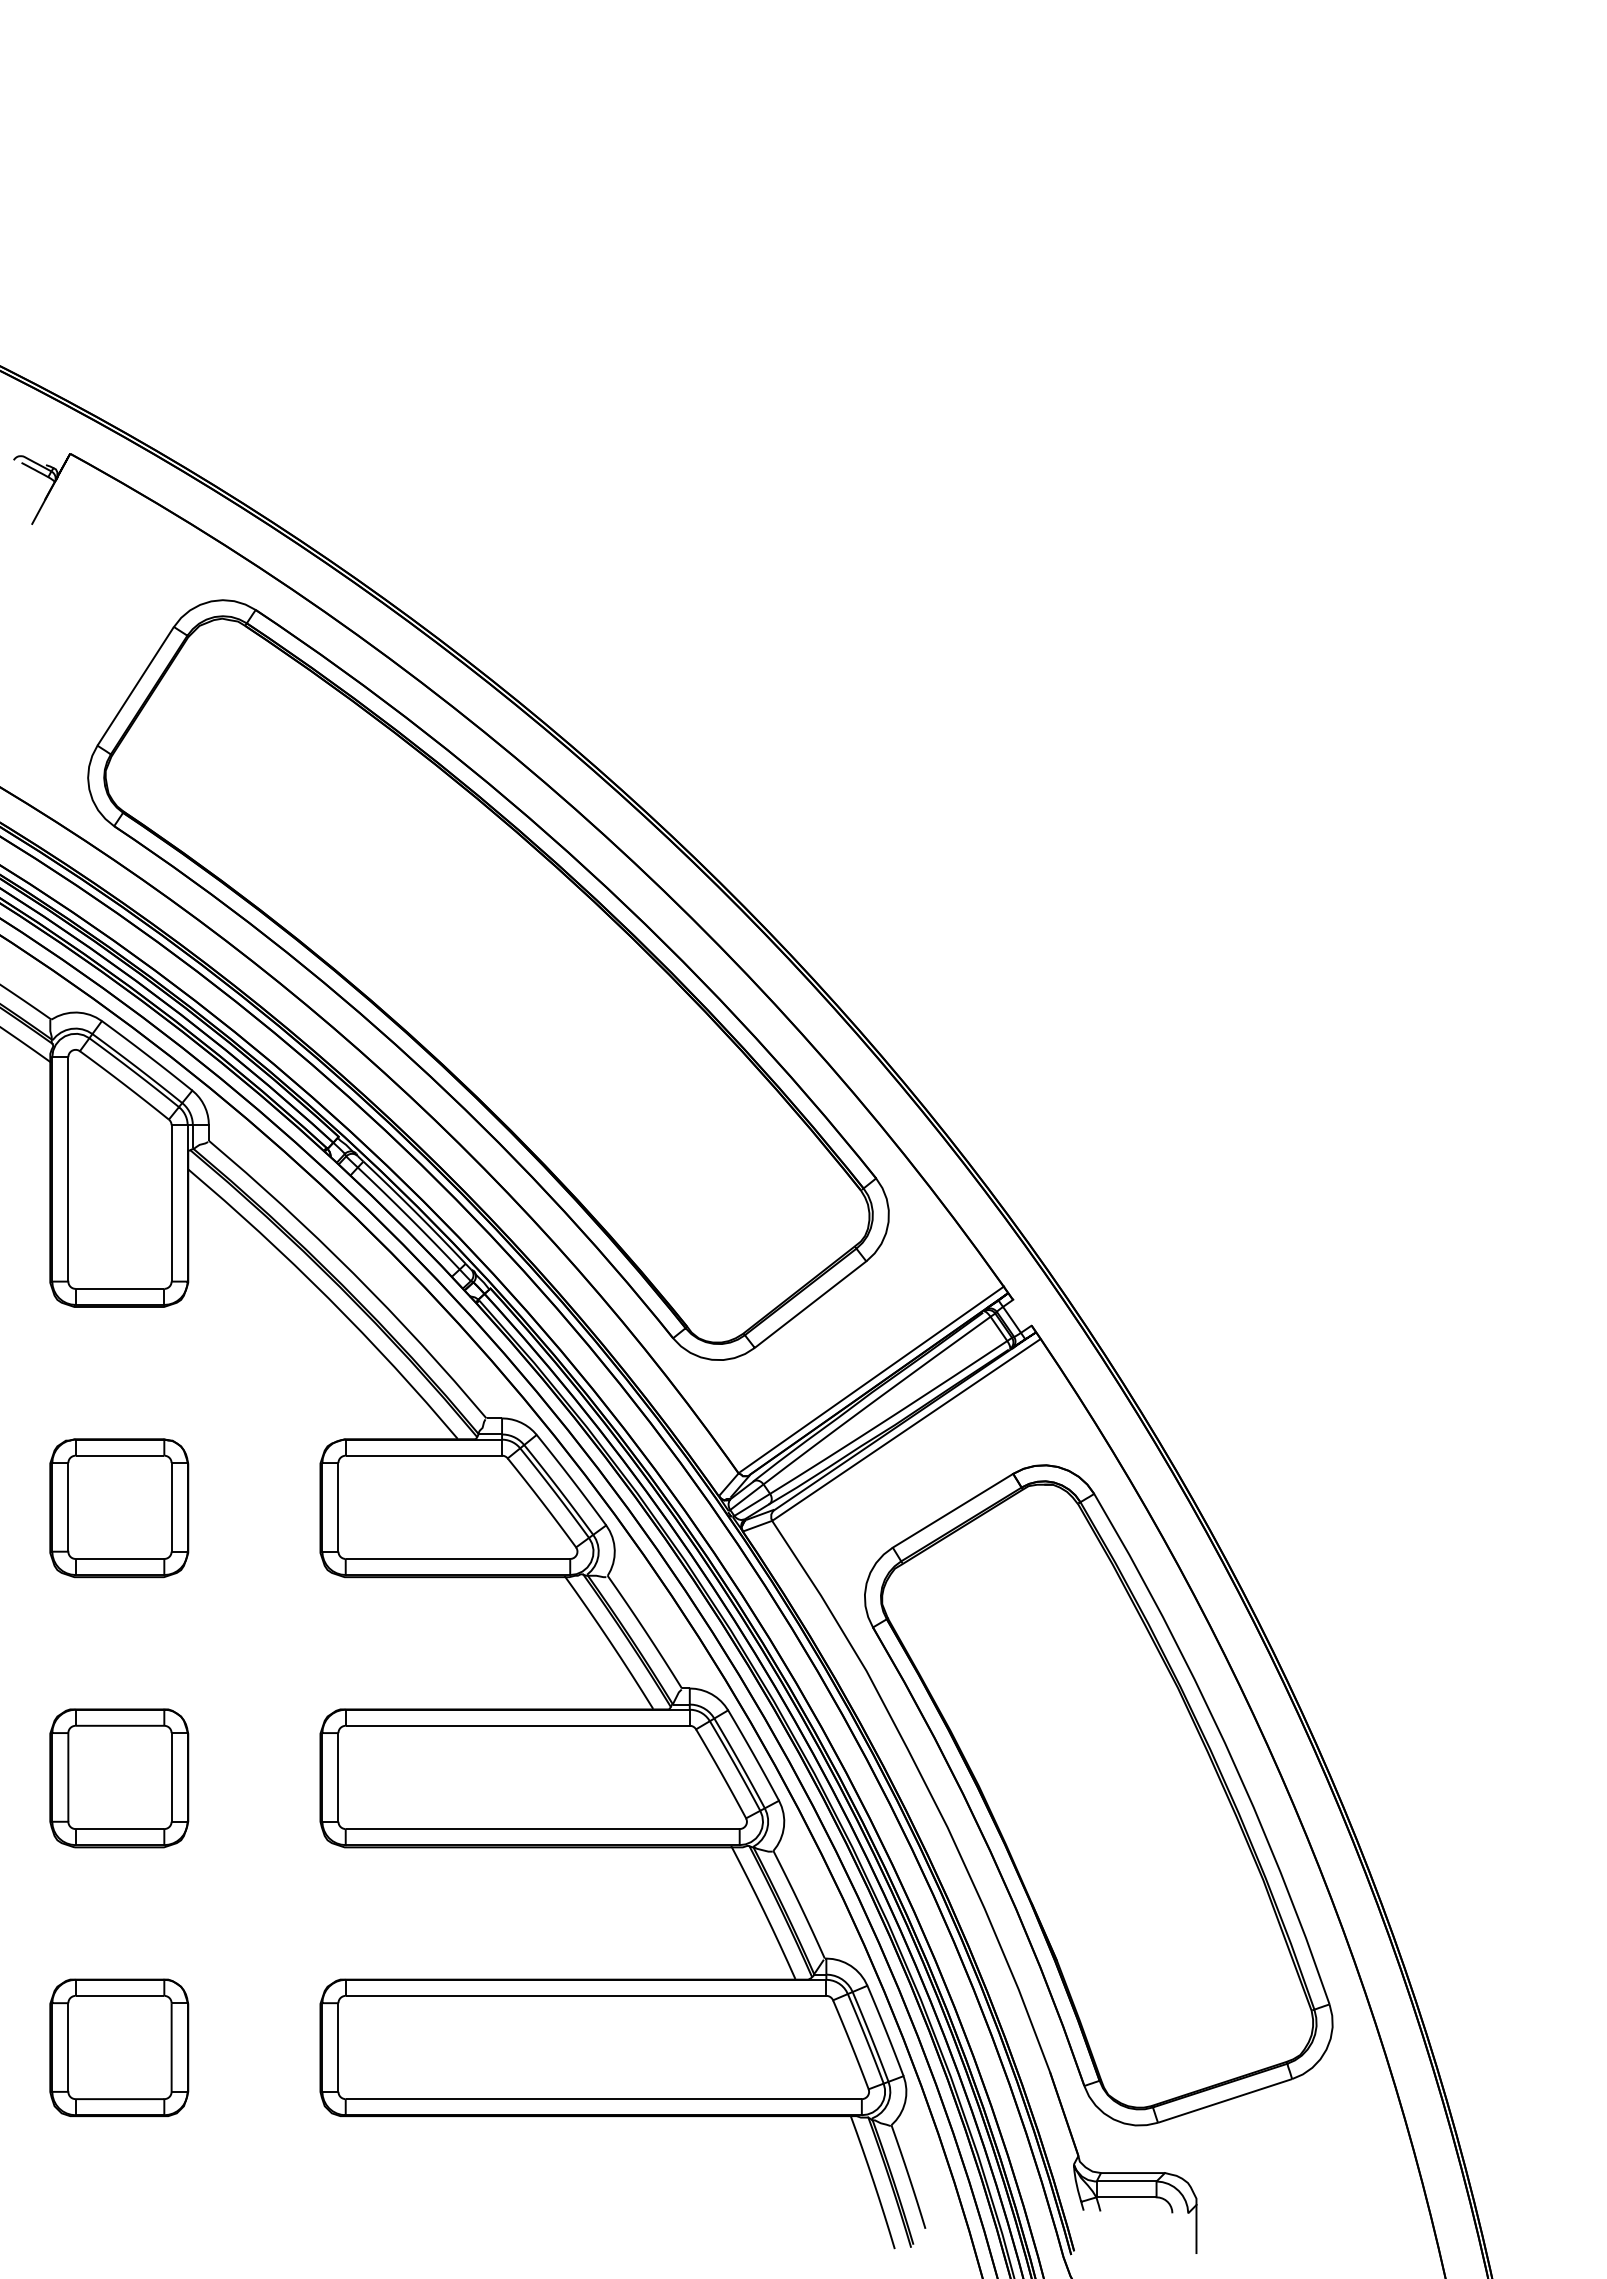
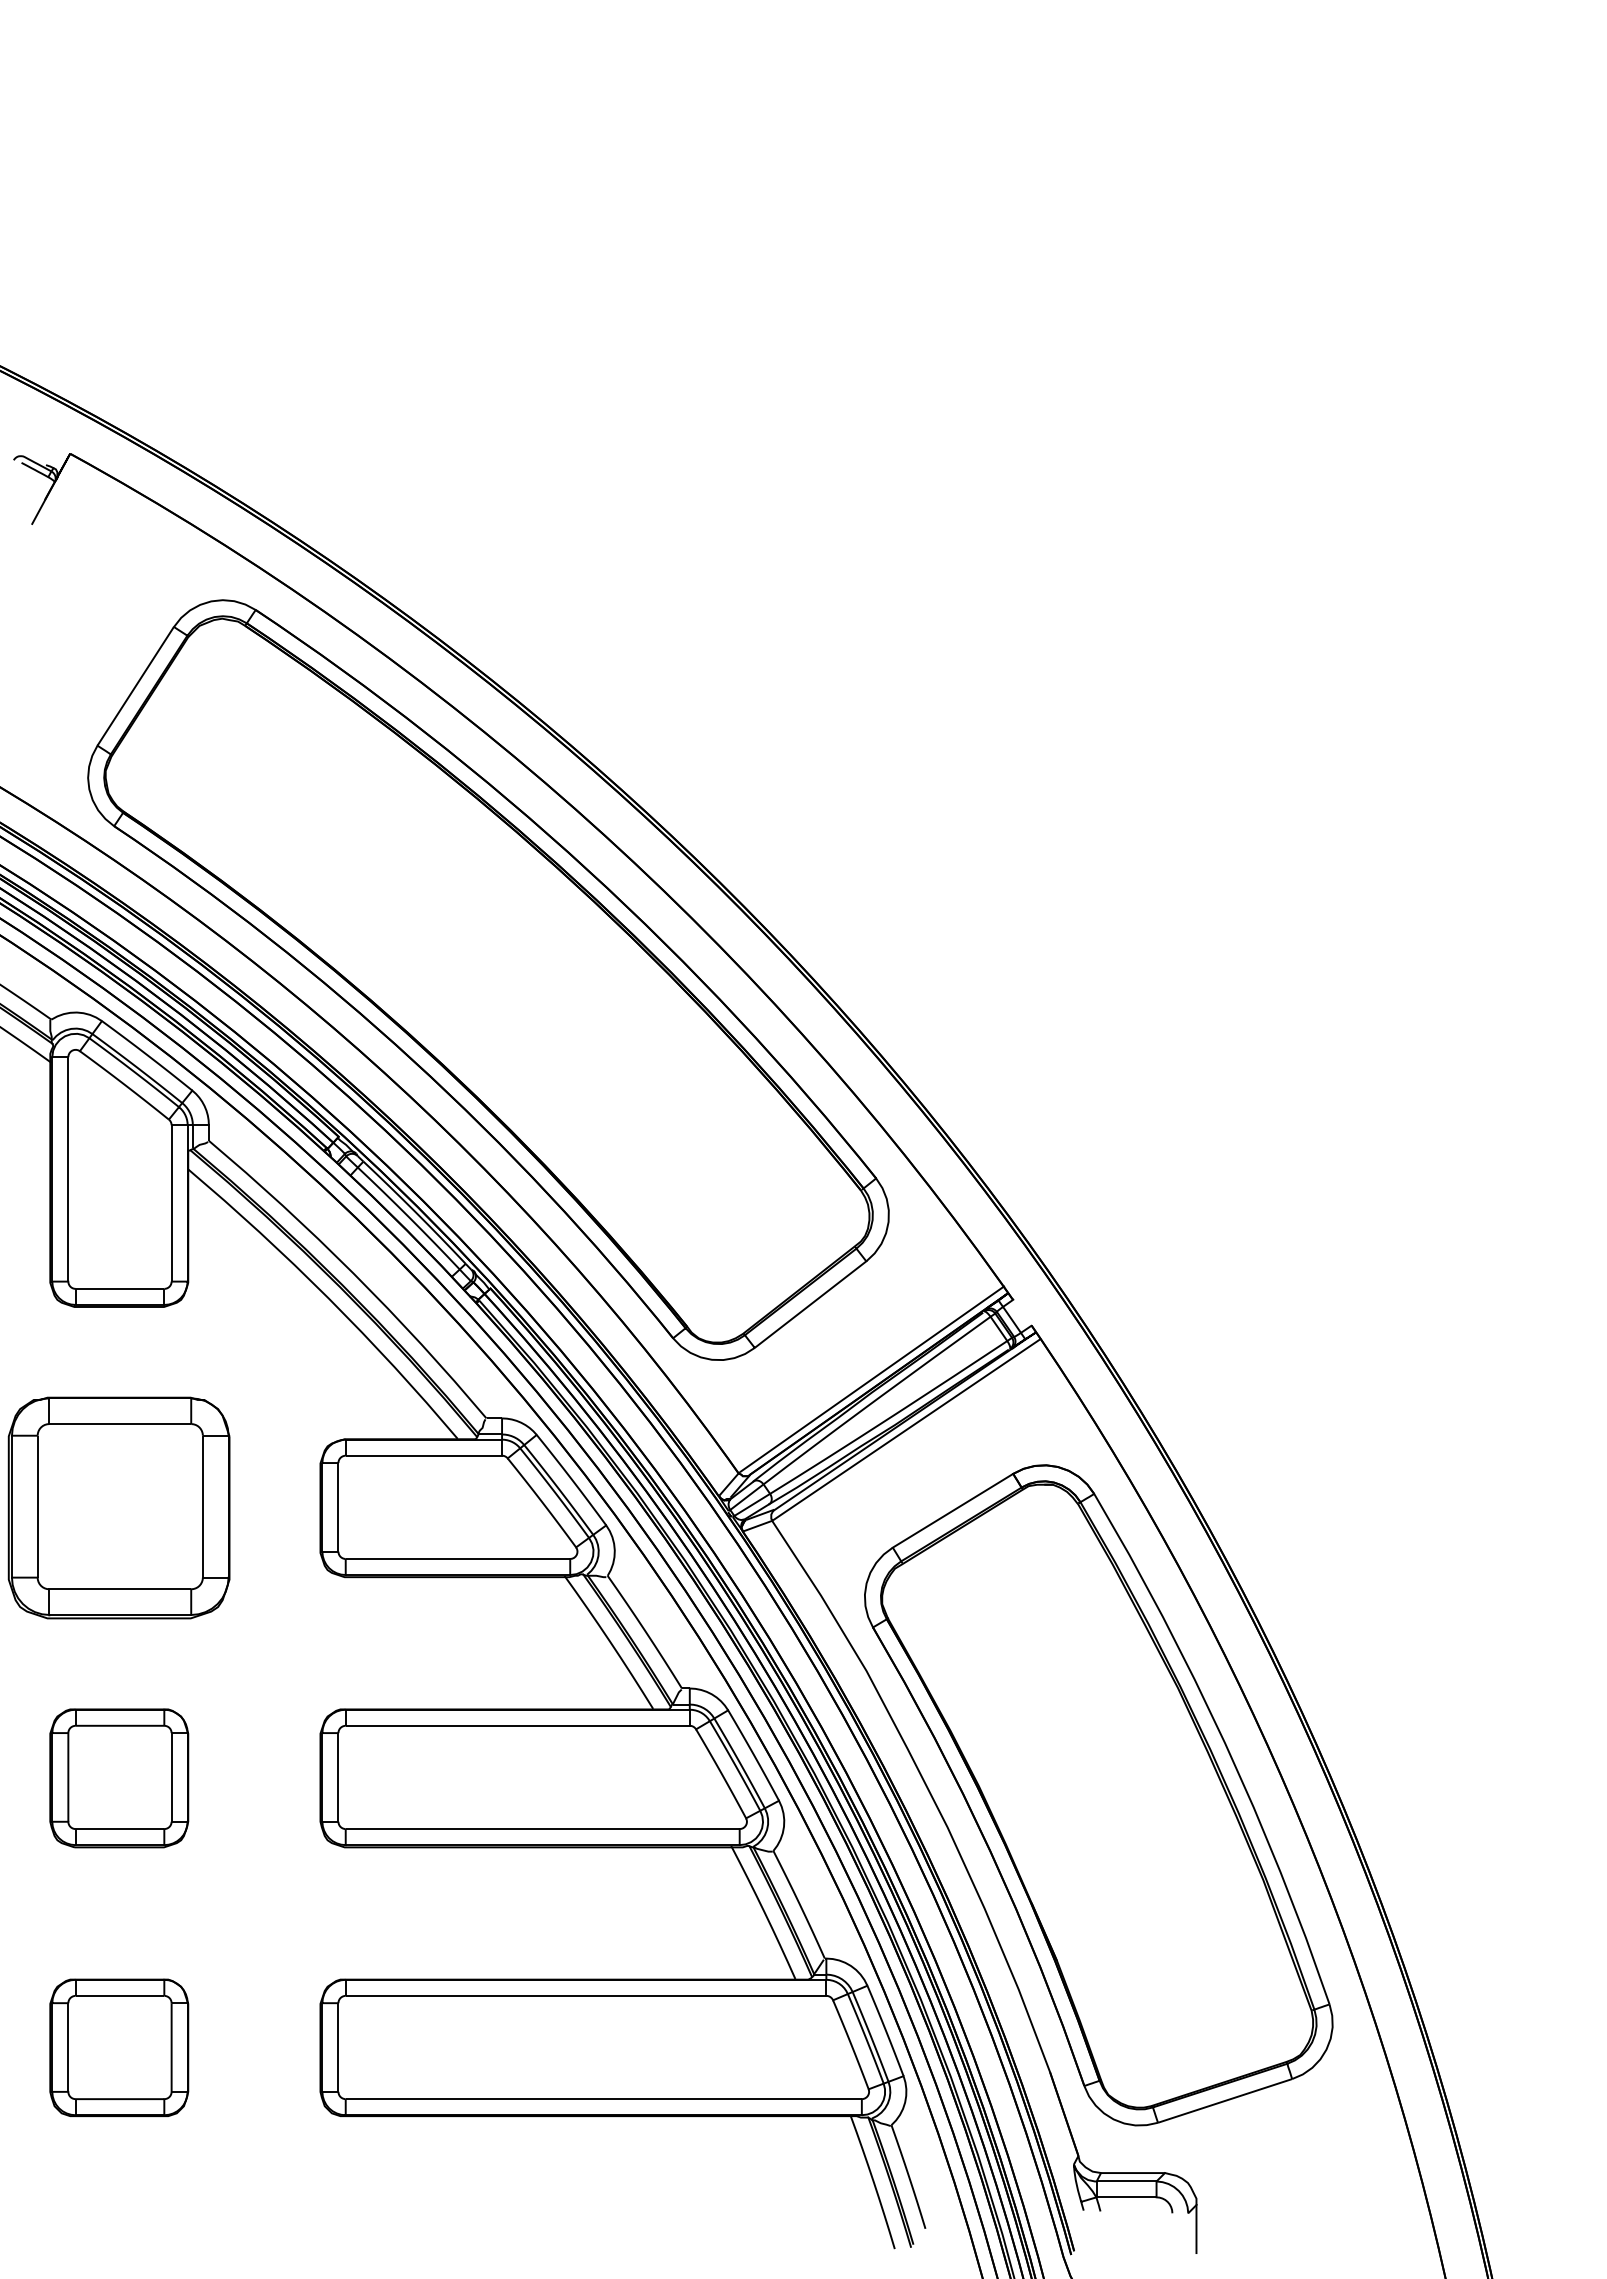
part at (119, 1508) size: 141x141 px -> 224x224 px
